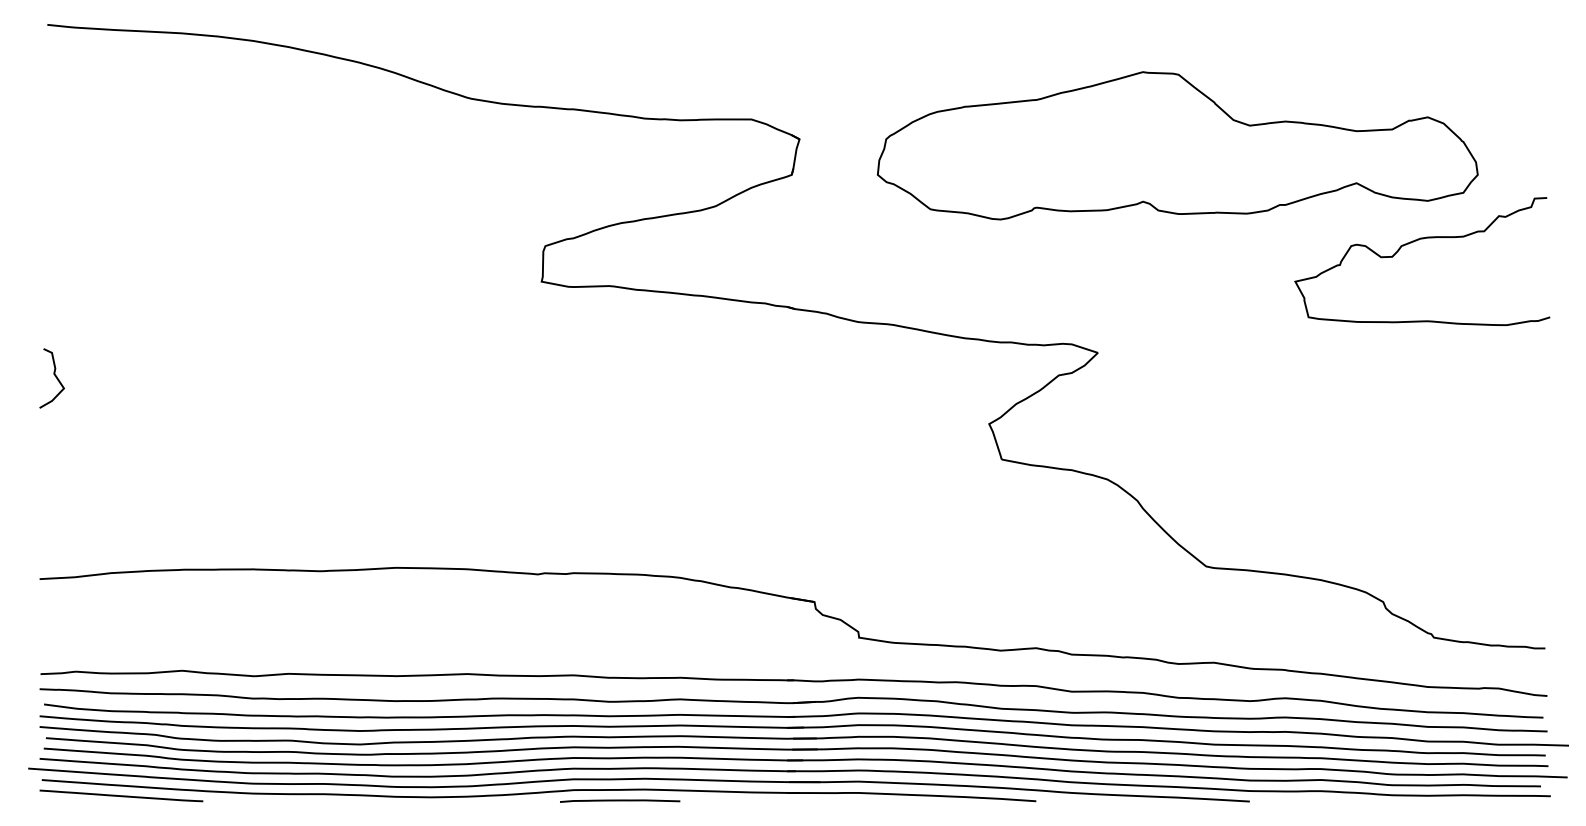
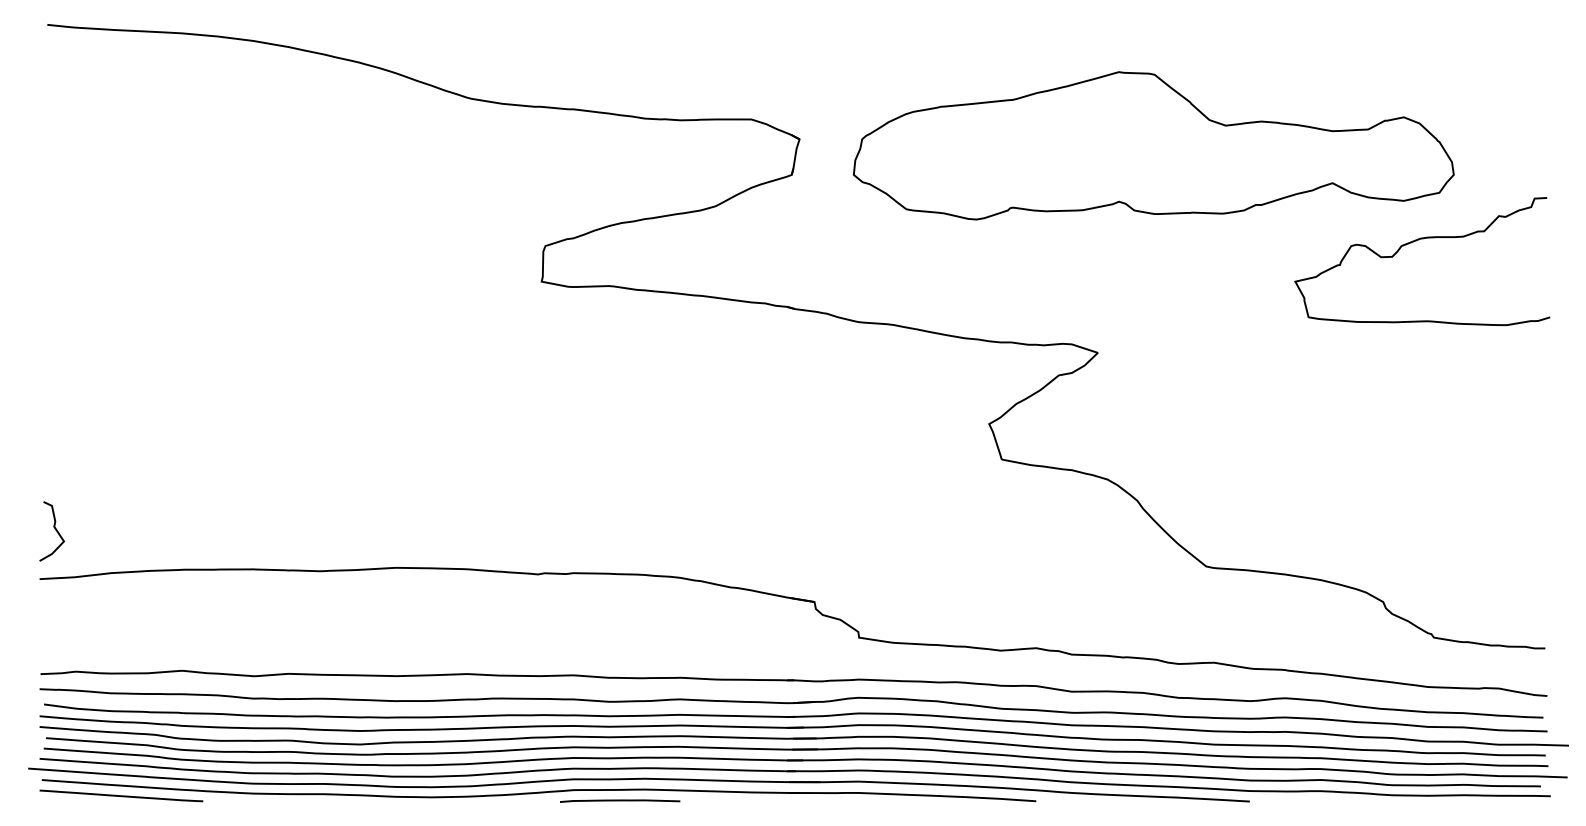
part at (1177, 145) position: (1177, 145) -> (1153, 145)
curve at (54, 376) position: (54, 376) -> (54, 529)
